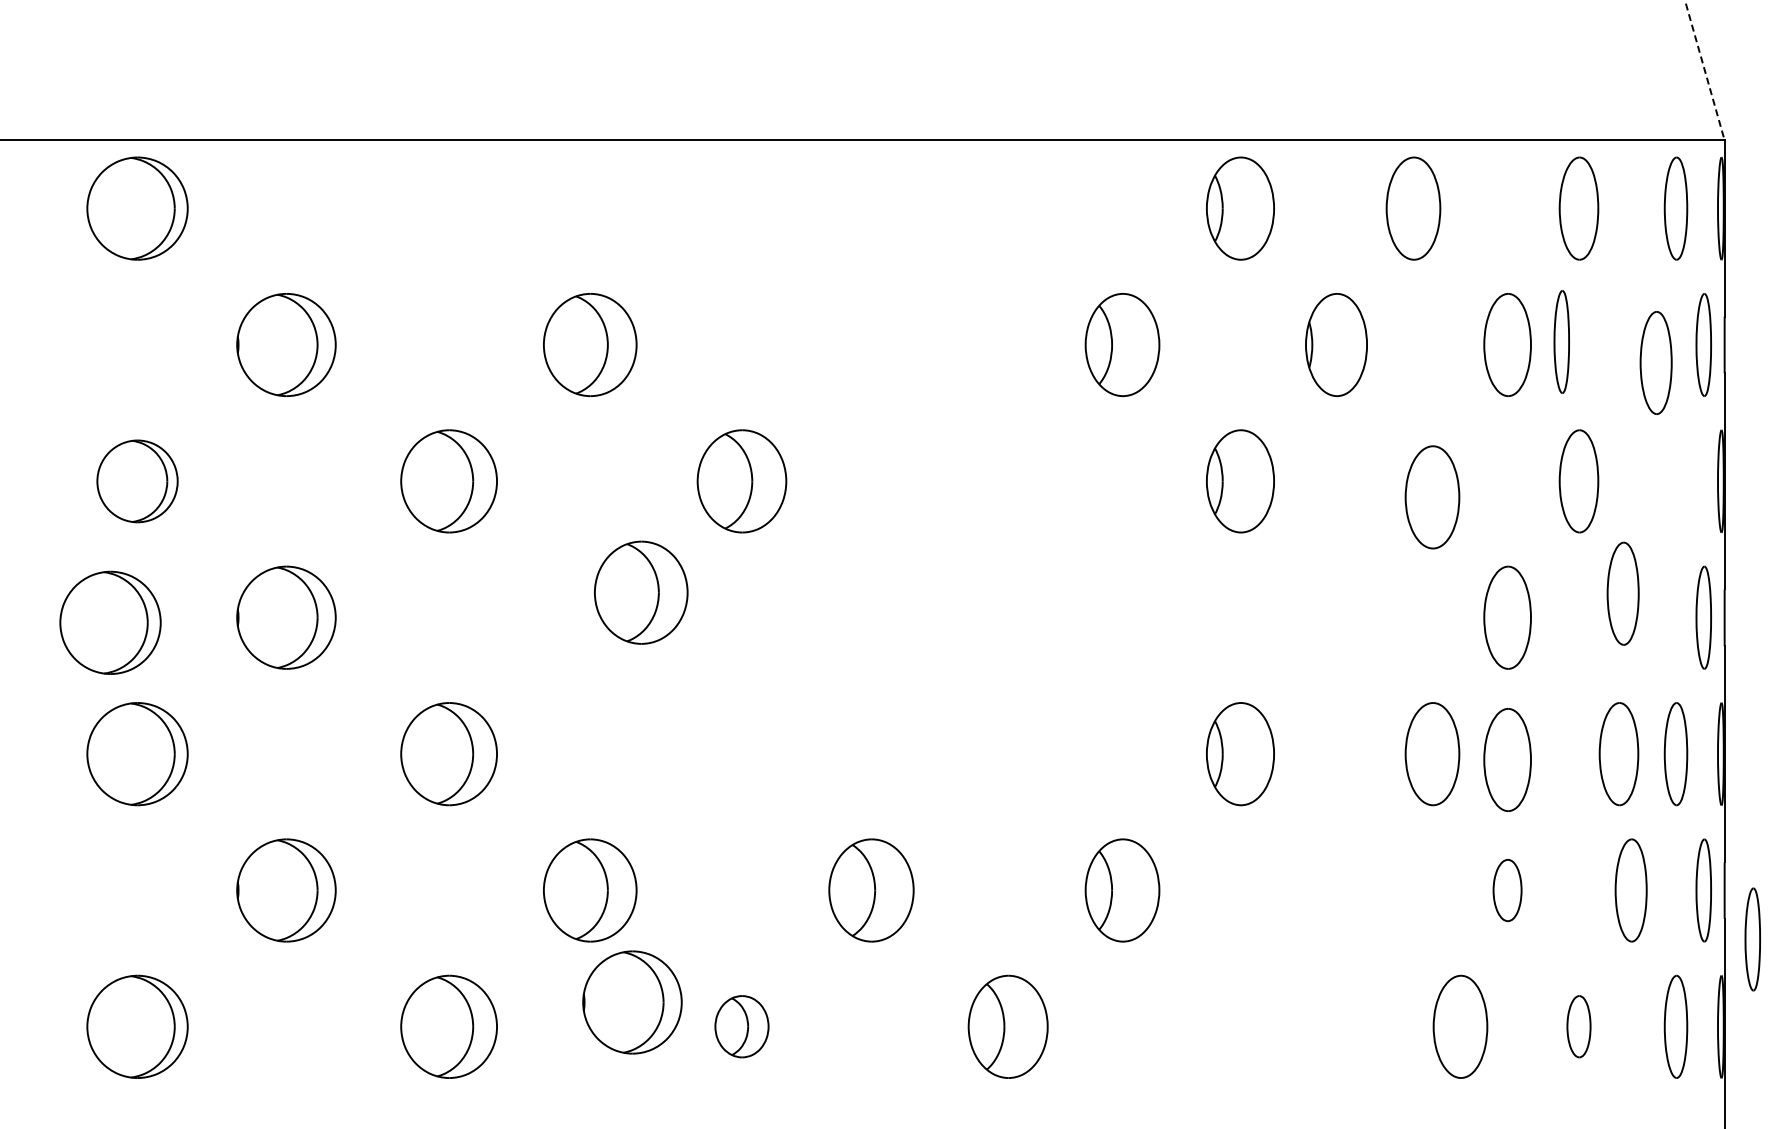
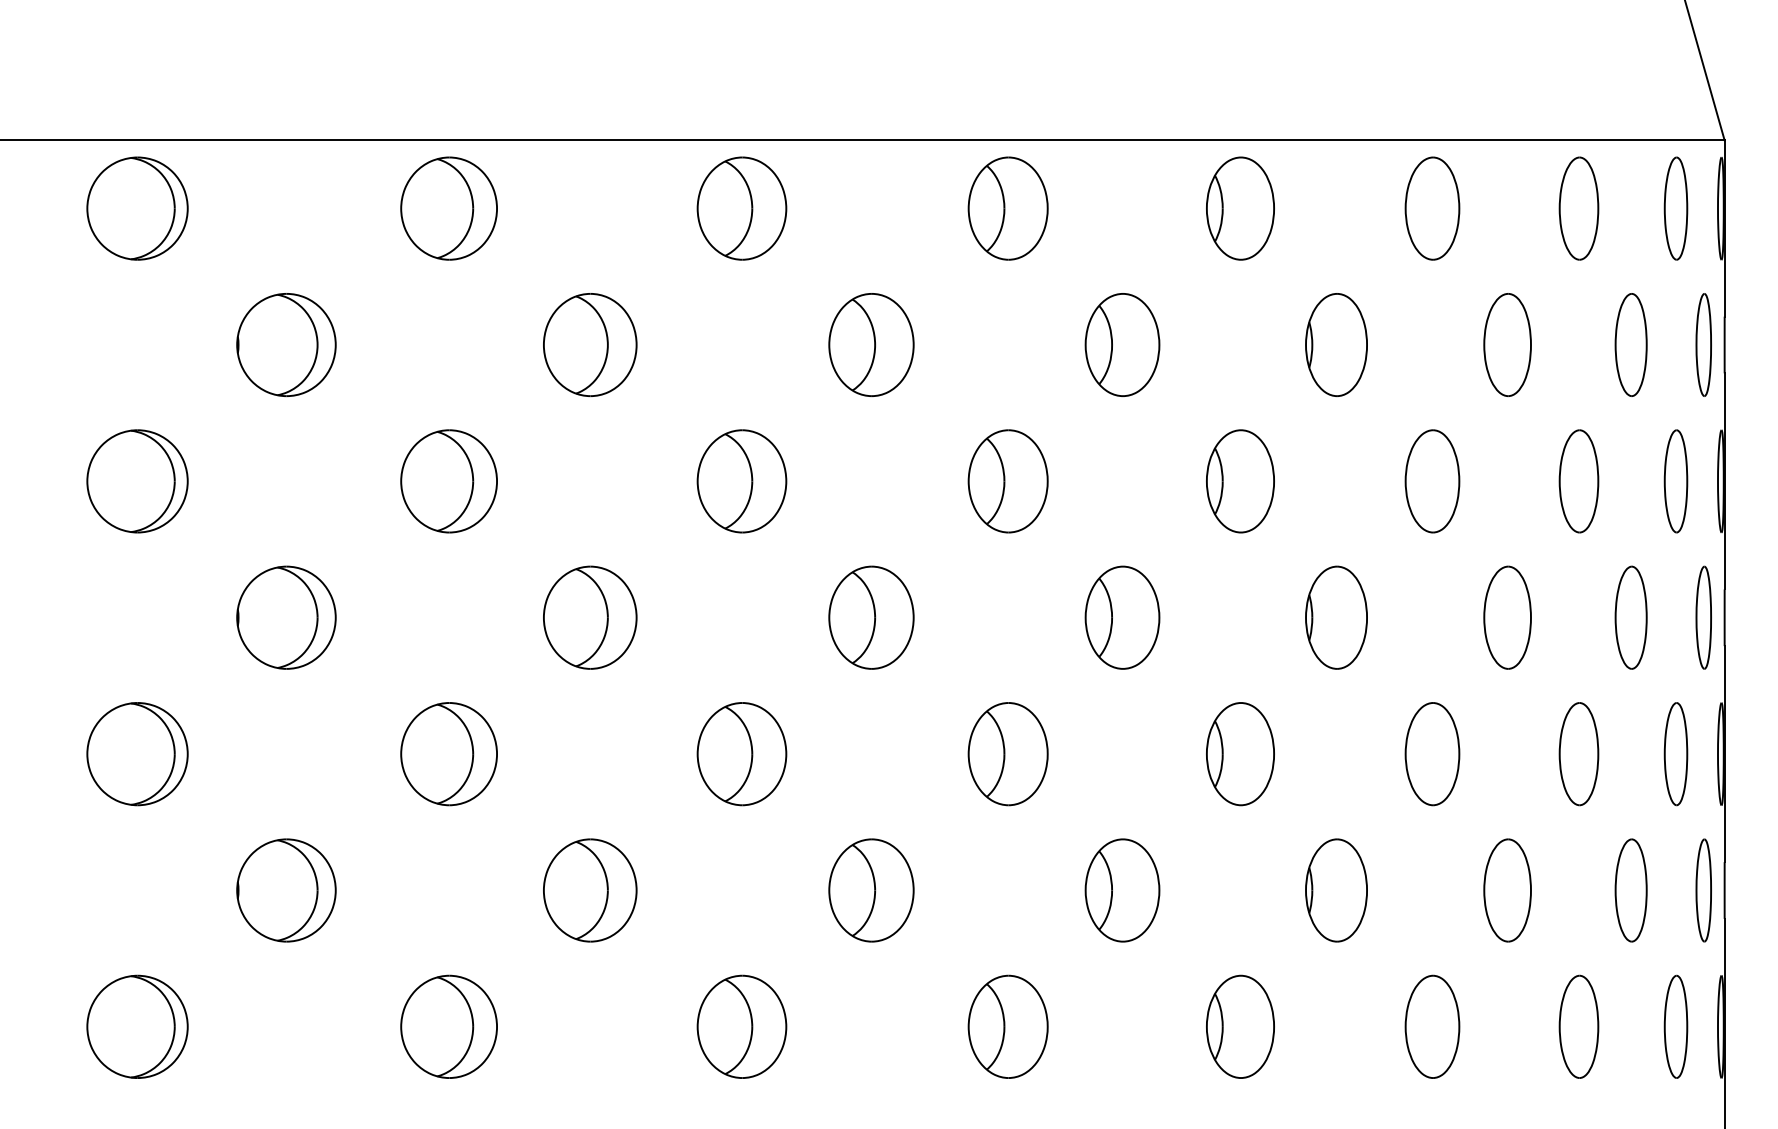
line at (1704, 70): dashed -> solid
part at (448, 208): none -> present
part at (741, 208): none -> present
part at (1007, 208): none -> present
part at (1413, 208) position: (1413, 208) -> (1432, 208)
part at (1561, 341): present -> none
part at (871, 344): none -> present
part at (1655, 362) position: (1655, 362) -> (1630, 344)
part at (137, 481) size: 83x85 px -> 103x105 px
part at (1007, 481): none -> present
part at (1675, 481): none -> present
part at (1432, 497) position: (1432, 497) -> (1432, 481)
part at (641, 592) position: (641, 592) -> (590, 617)
part at (1622, 593) position: (1622, 593) -> (1630, 617)
part at (871, 617): none -> present
part at (1122, 617): none -> present
part at (1336, 617): none -> present
part at (110, 622): present -> none
part at (741, 754): none -> present
part at (1007, 754): none -> present
part at (1618, 754) position: (1618, 754) -> (1578, 754)
part at (1507, 759): present -> none
part at (1336, 890): none -> present
part at (1507, 890) size: 31x63 px -> 49x105 px
part at (1752, 939): present -> none
part at (632, 1002): present -> none
part at (741, 1026) size: 56x64 px -> 92x105 px
part at (1240, 1026): none -> present
part at (1460, 1026) position: (1460, 1026) -> (1432, 1026)
part at (1578, 1026) size: 26x64 px -> 42x105 px
